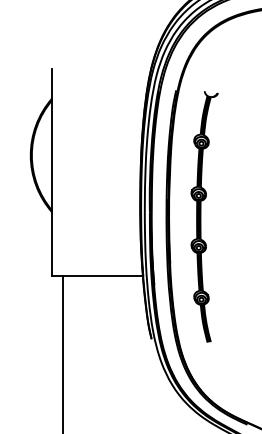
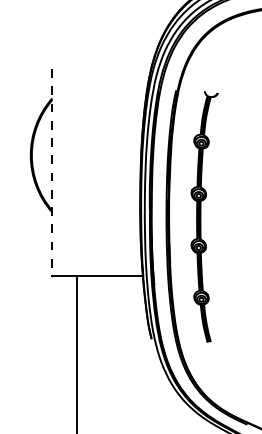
line at (52, 172): solid -> dashed
line at (63, 353) position: (63, 353) -> (77, 353)
